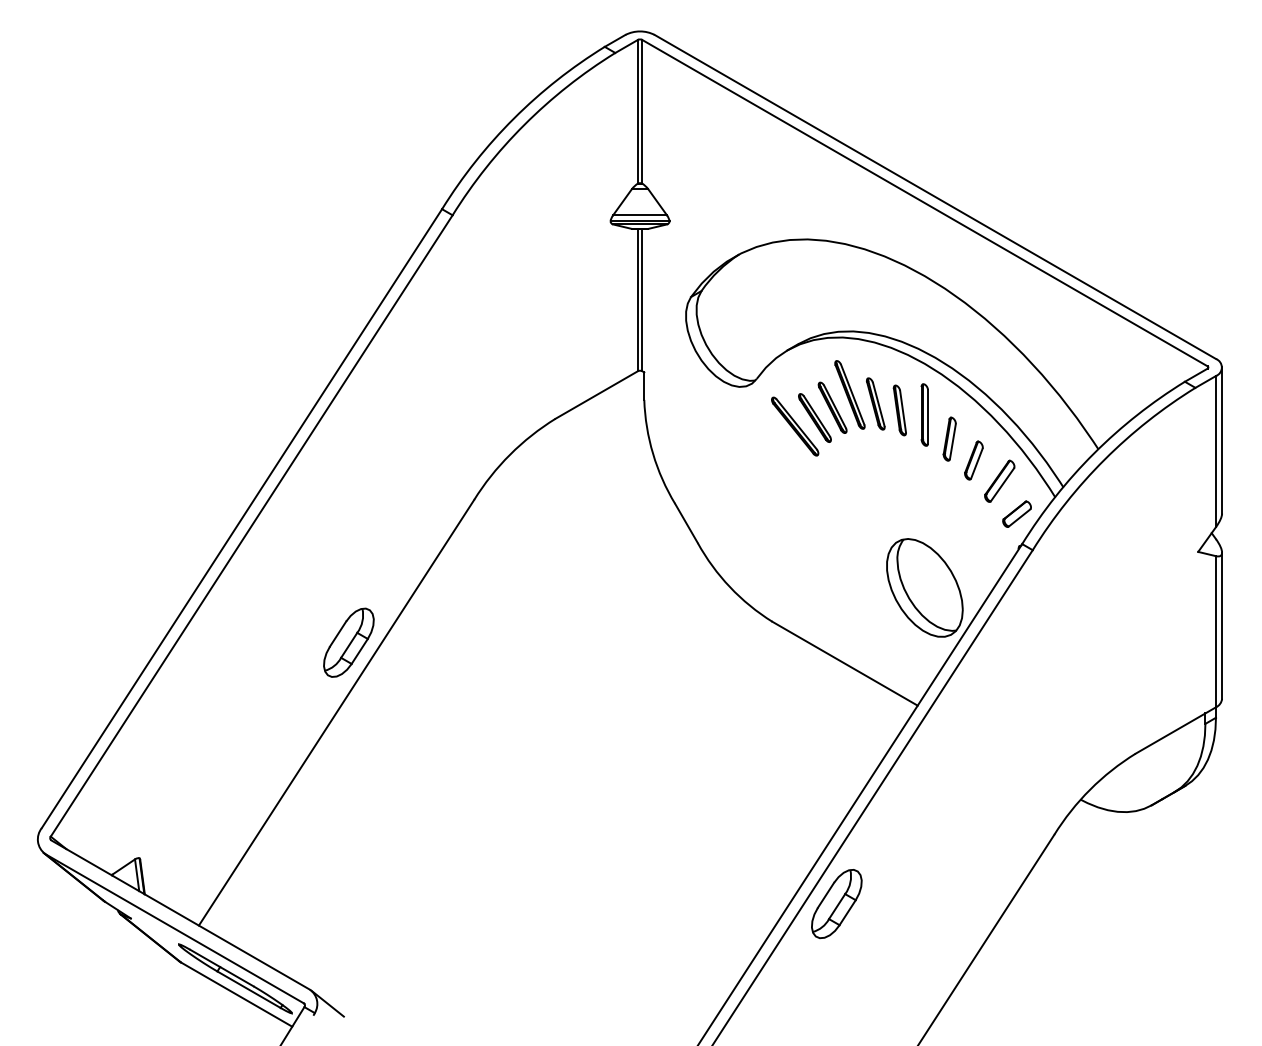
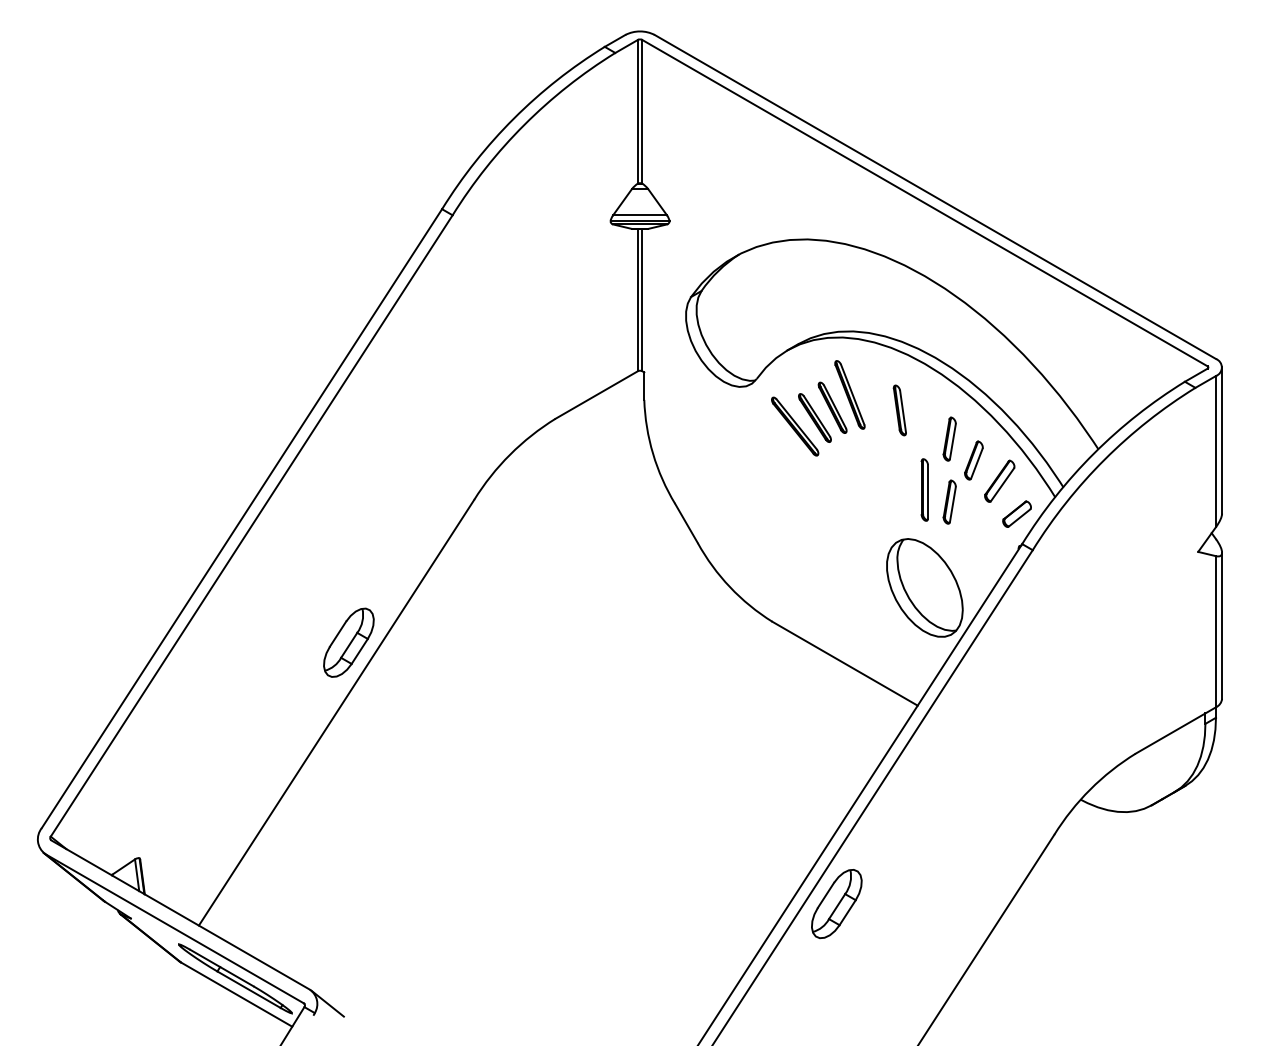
part at (875, 403): present -> none
part at (924, 414) position: (924, 414) -> (924, 489)
part at (949, 501): none -> present
